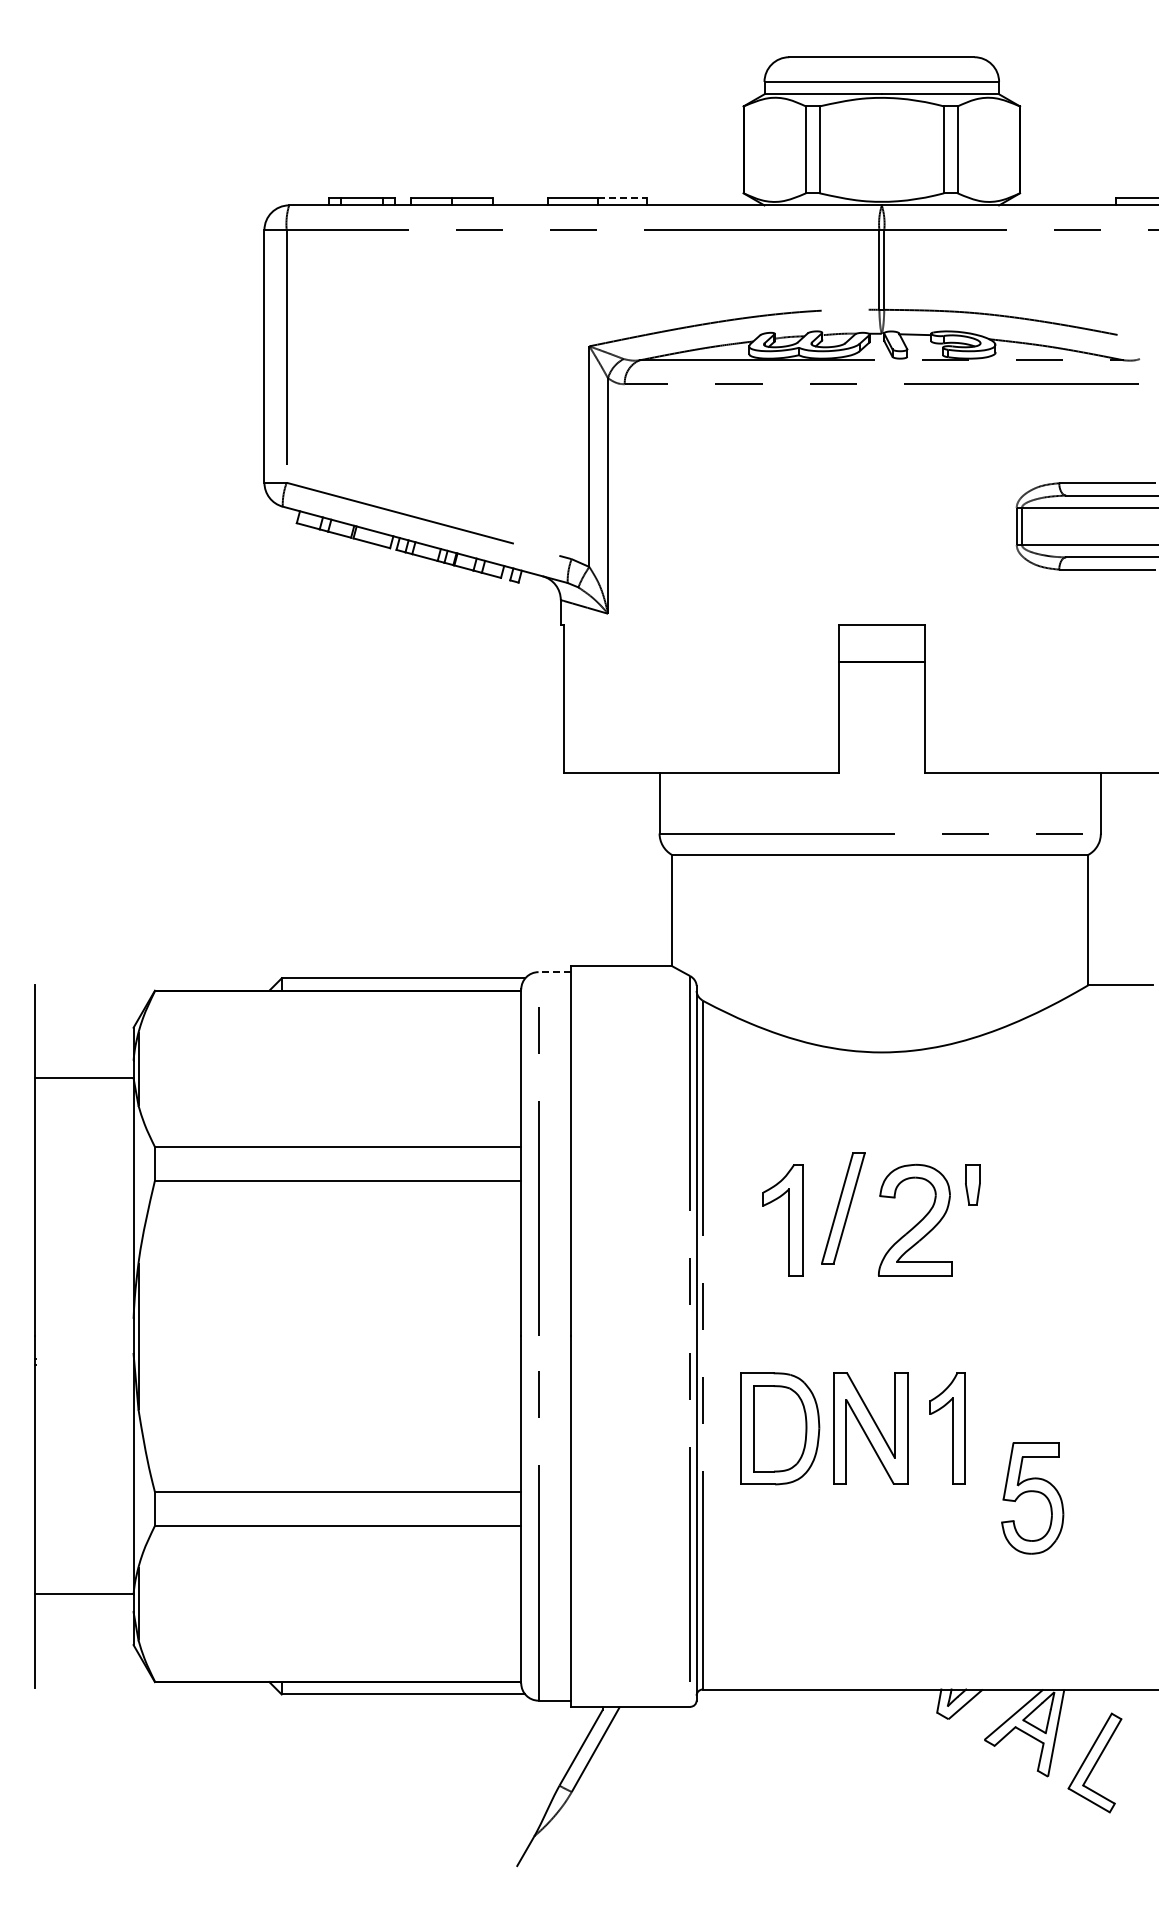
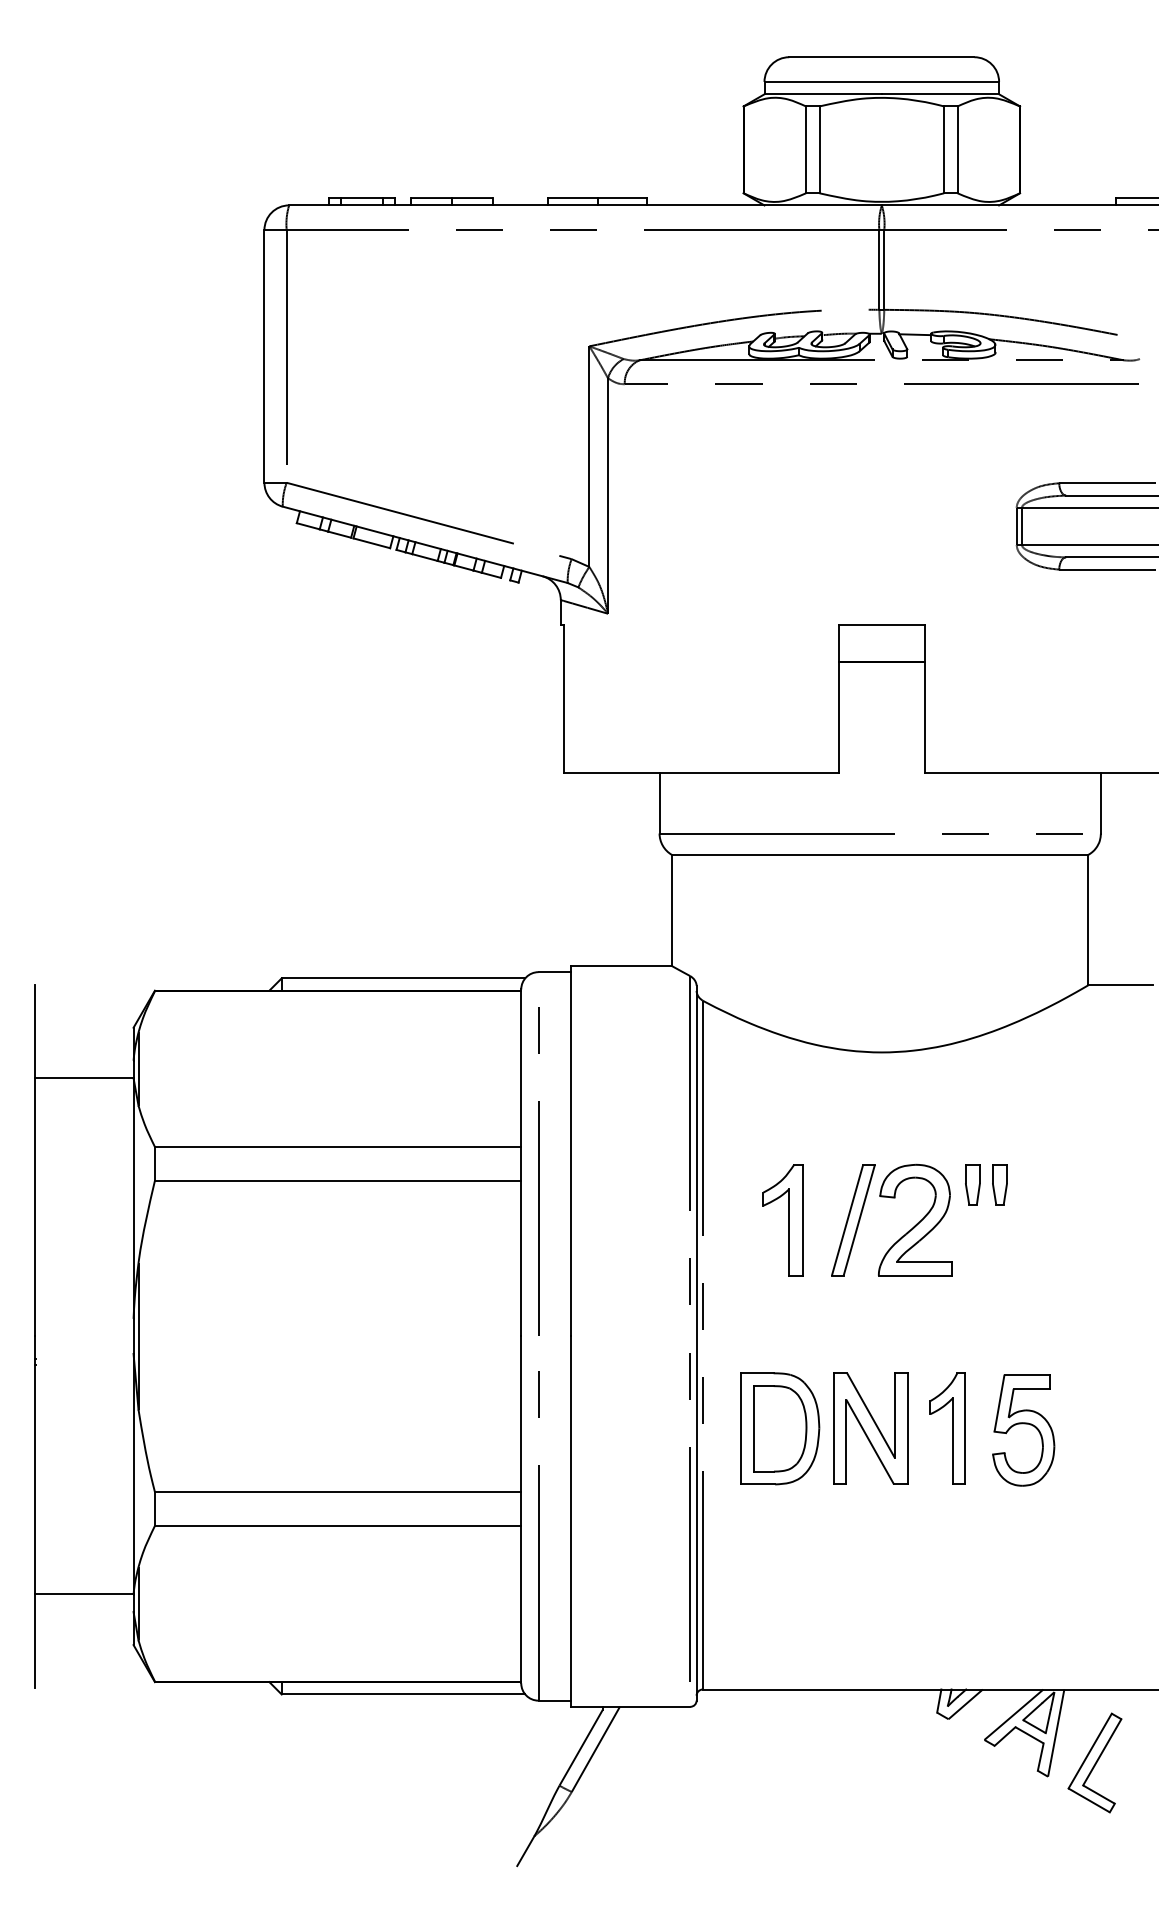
line at (622, 198): dashed -> solid
line at (554, 972): dashed -> solid
part at (999, 1184): none -> present
part at (843, 1208) position: (843, 1208) -> (853, 1220)
part at (1032, 1498) position: (1032, 1498) -> (1023, 1430)
